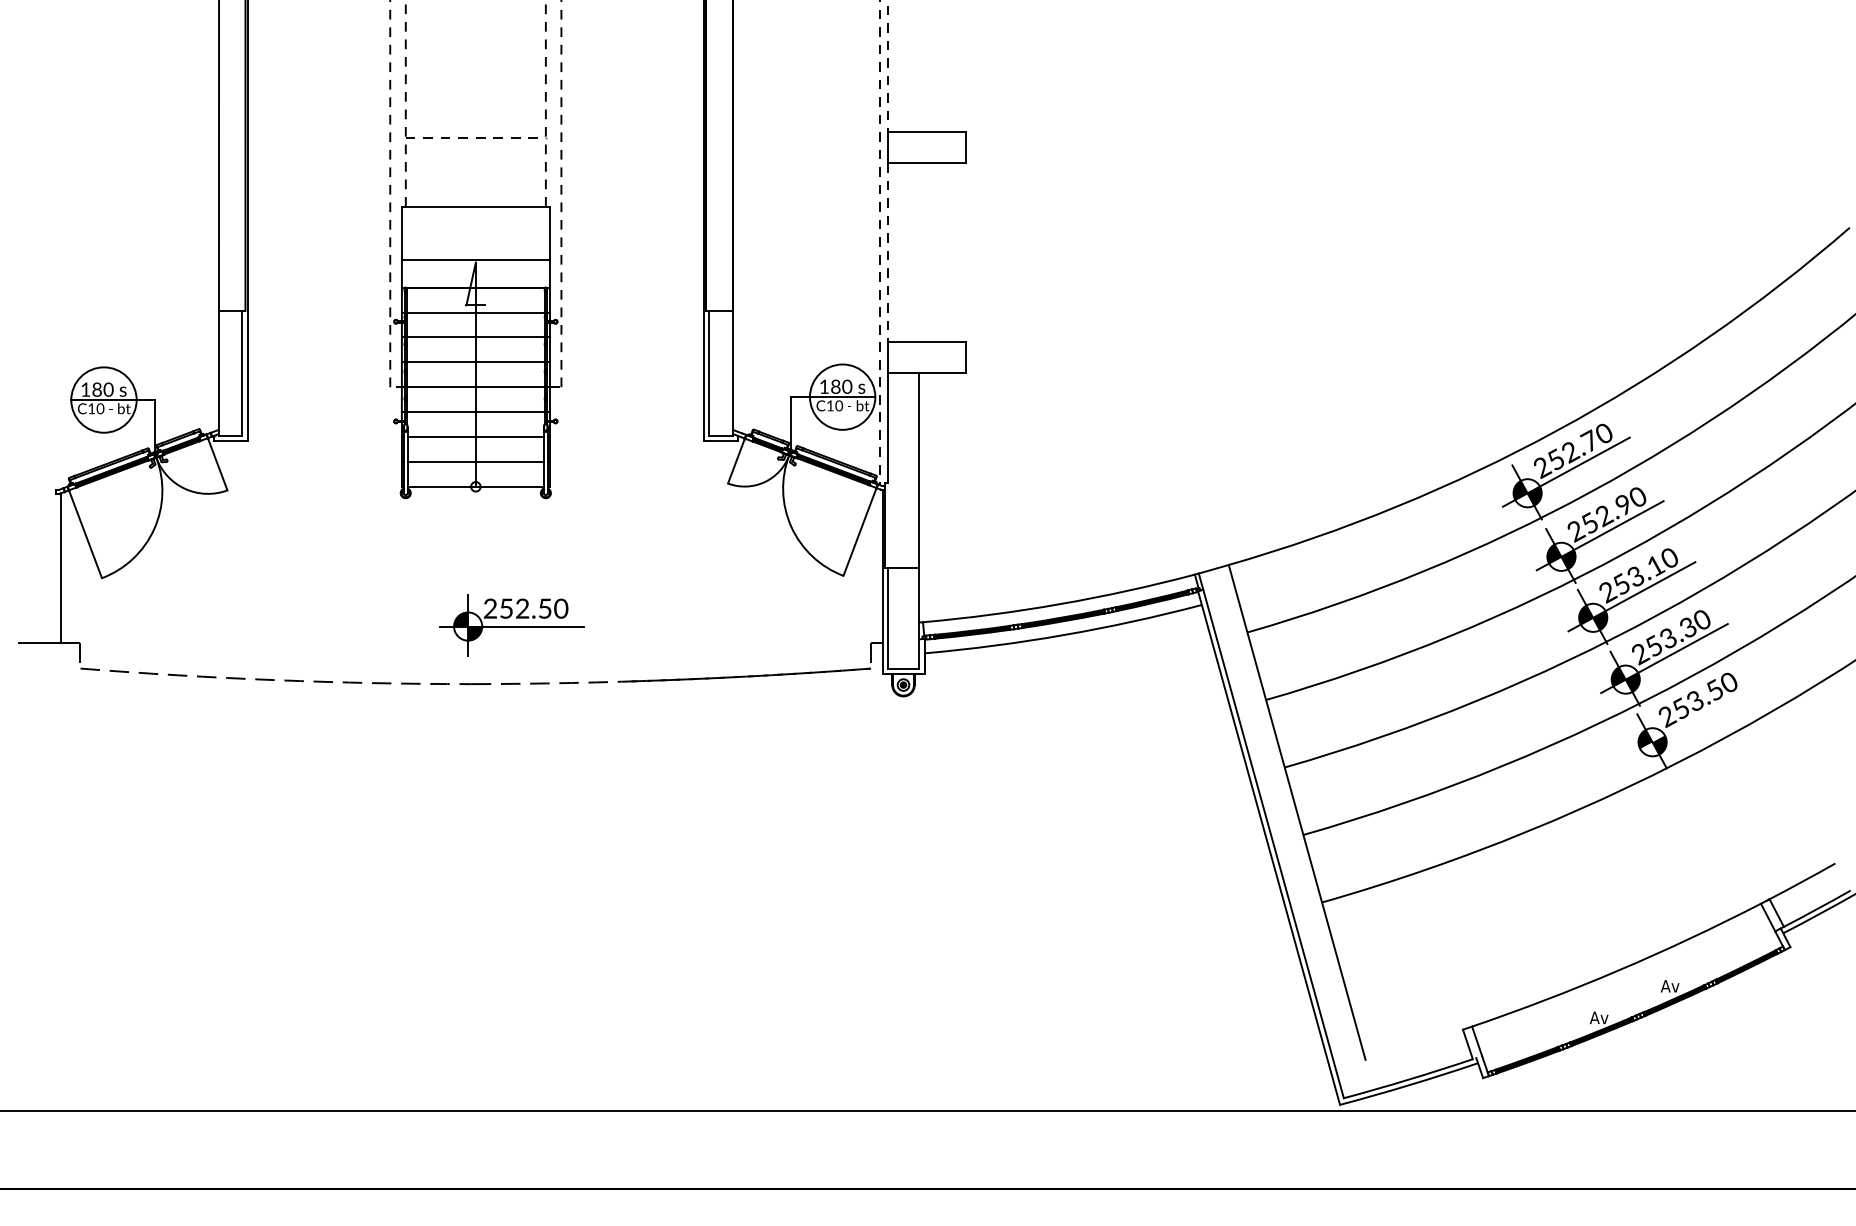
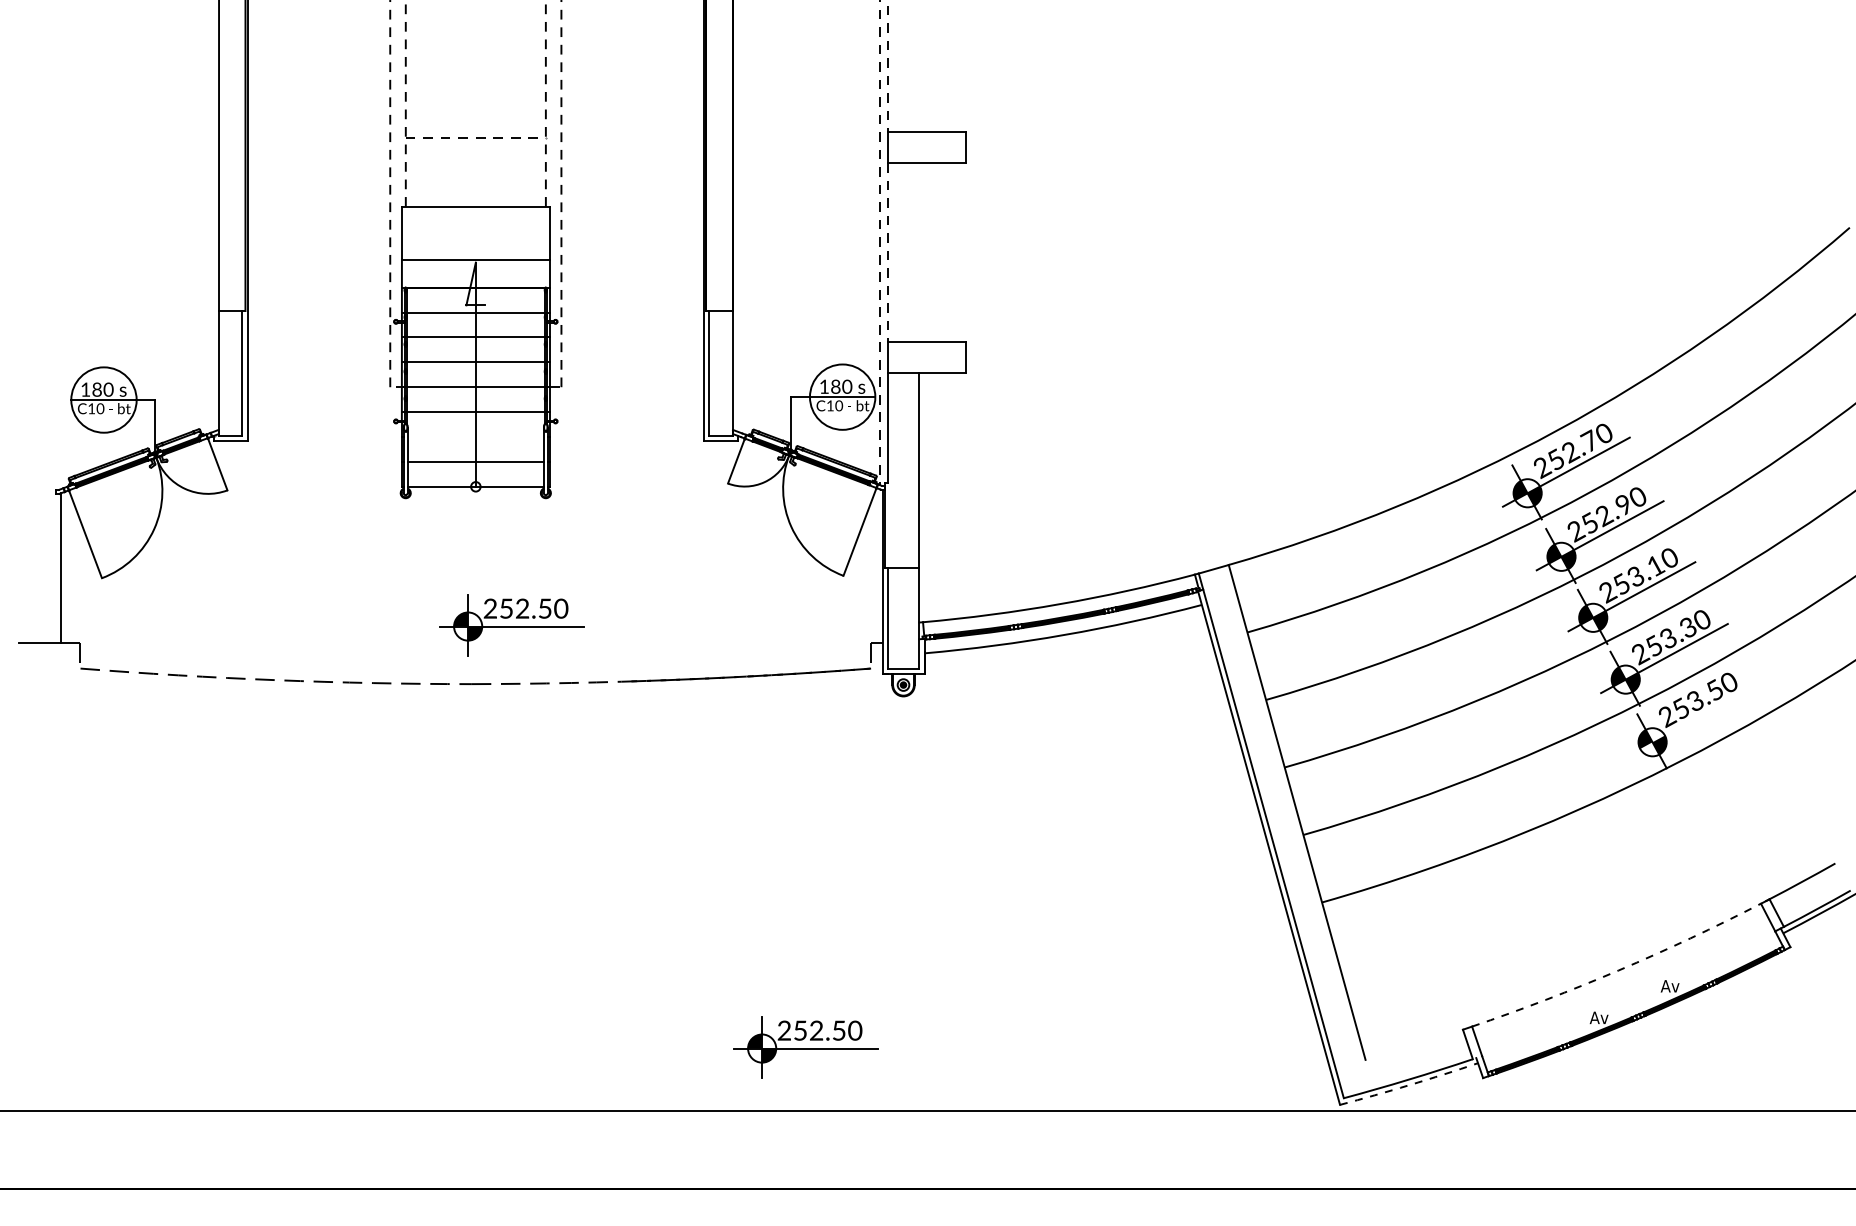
line at (475, 437): present -> none
arc at (1618, 970): solid -> dashed
part at (805, 1047): none -> present
arc at (1409, 1085): solid -> dashed
